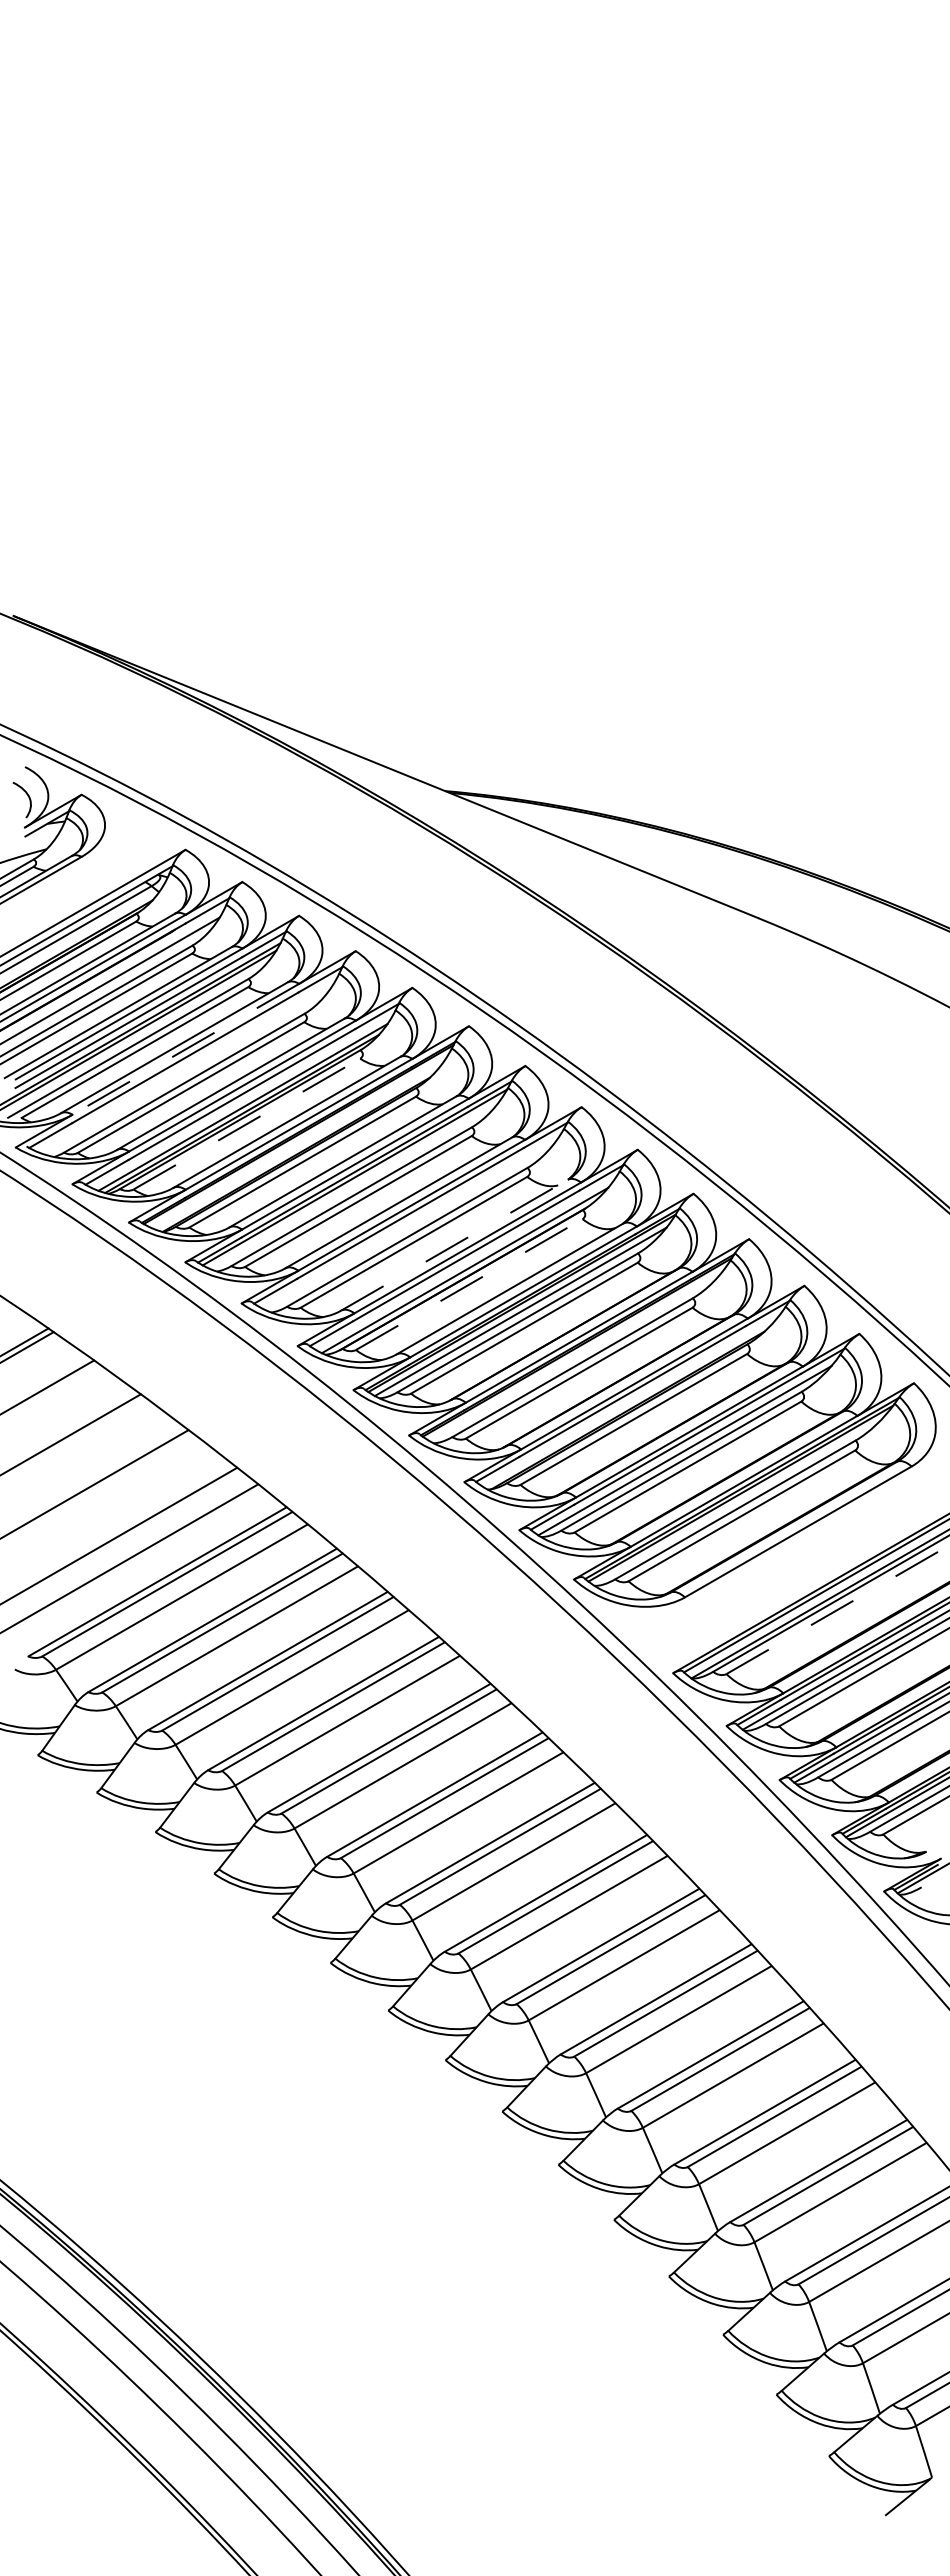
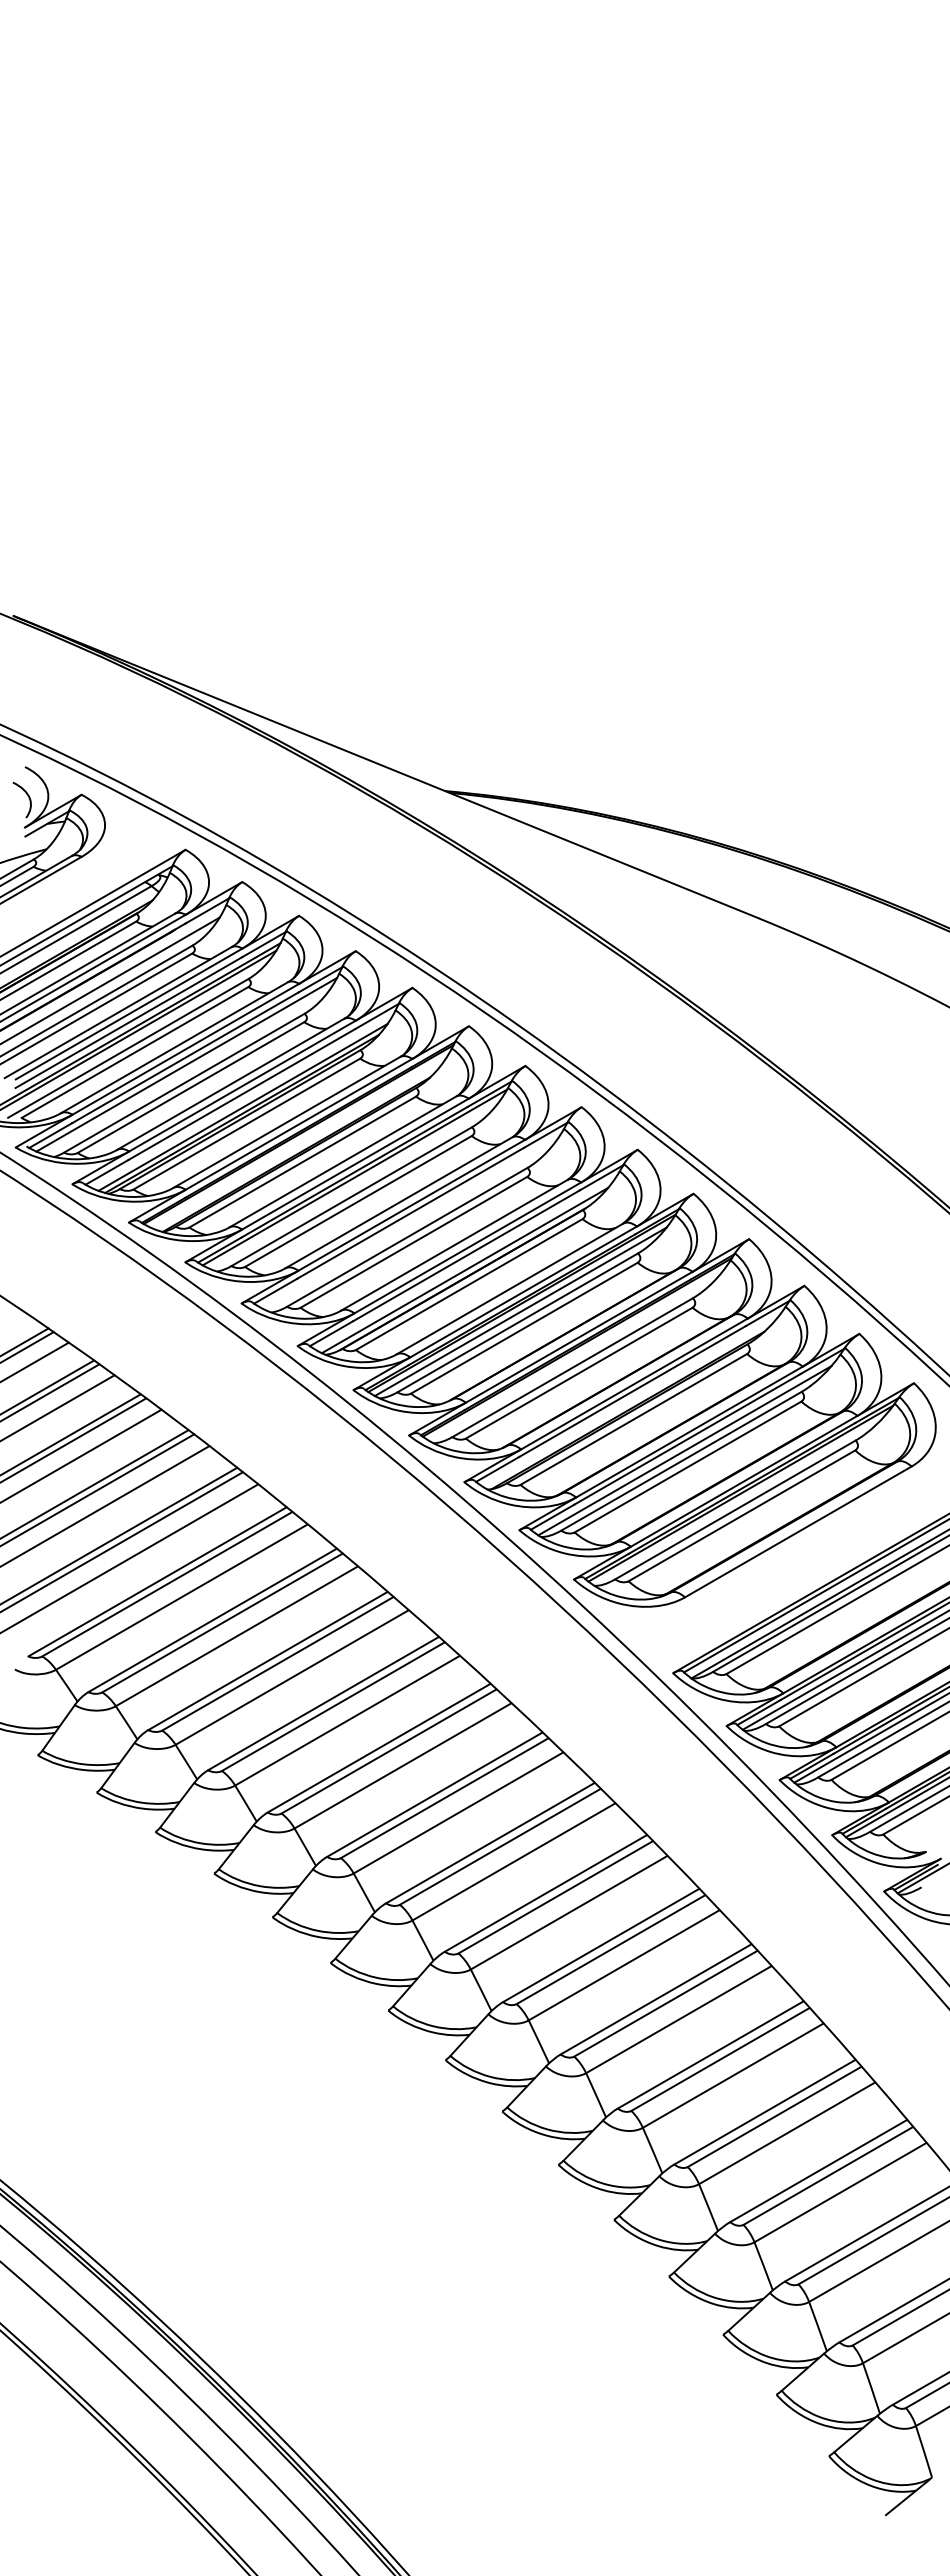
line at (185, 1049): dashed -> solid
line at (186, 1064): none -> present
line at (246, 1124): dashed -> solid
line at (454, 1245): dashed -> solid
line at (469, 1284): dashed -> solid
line at (35, 1361): none -> present
line at (50, 1392): none -> present
line at (58, 1407): none -> present
line at (74, 1439): none -> present
line at (81, 1455): none -> present
line at (98, 1489): none -> present
line at (105, 1505): none -> present
line at (122, 1541): none -> present
line at (838, 1609): dashed -> solid
